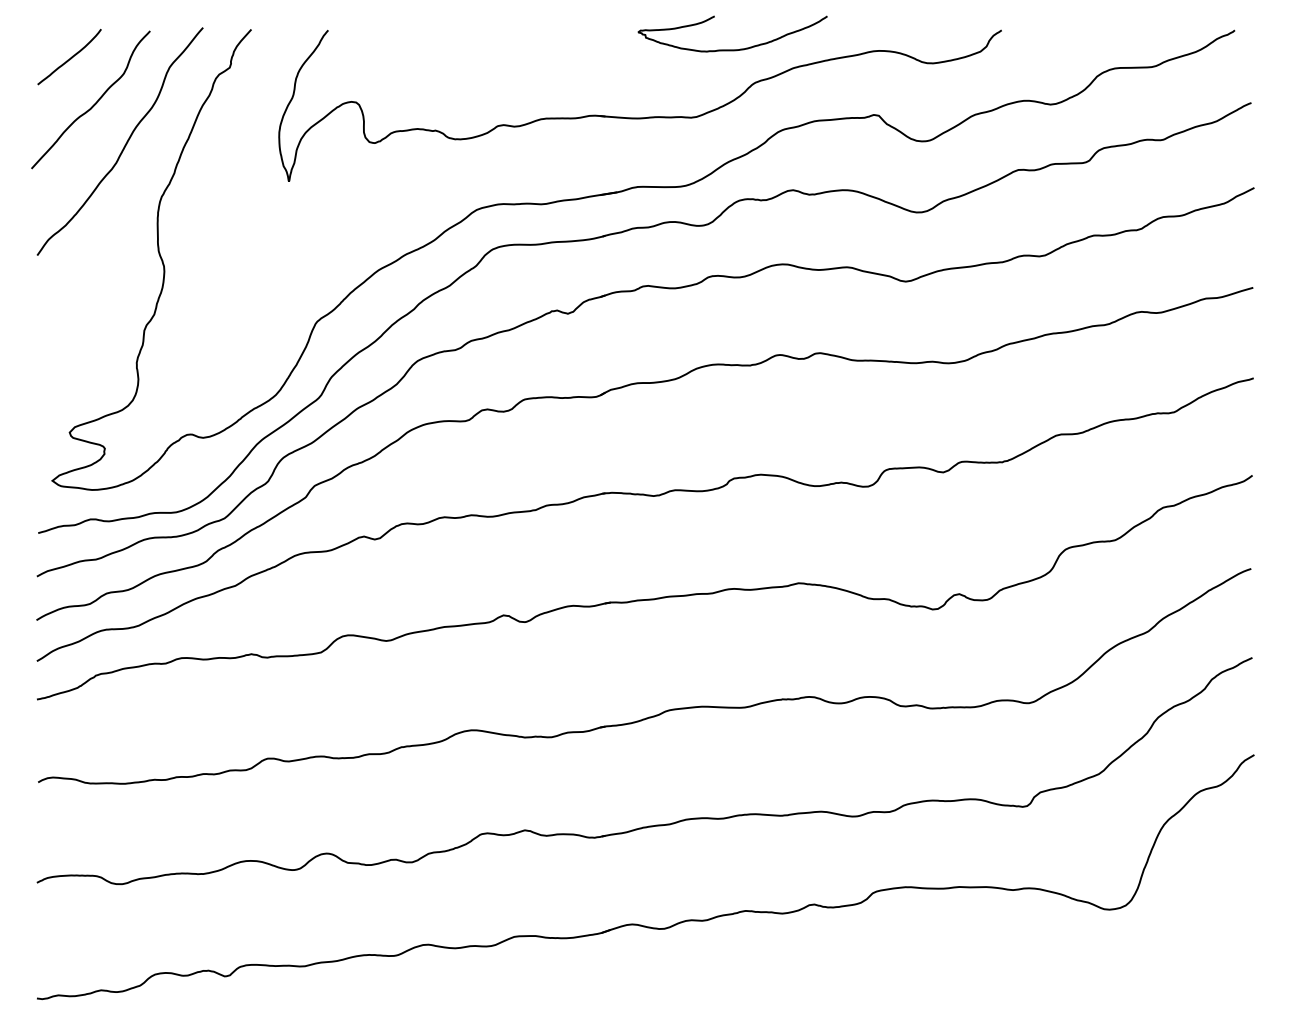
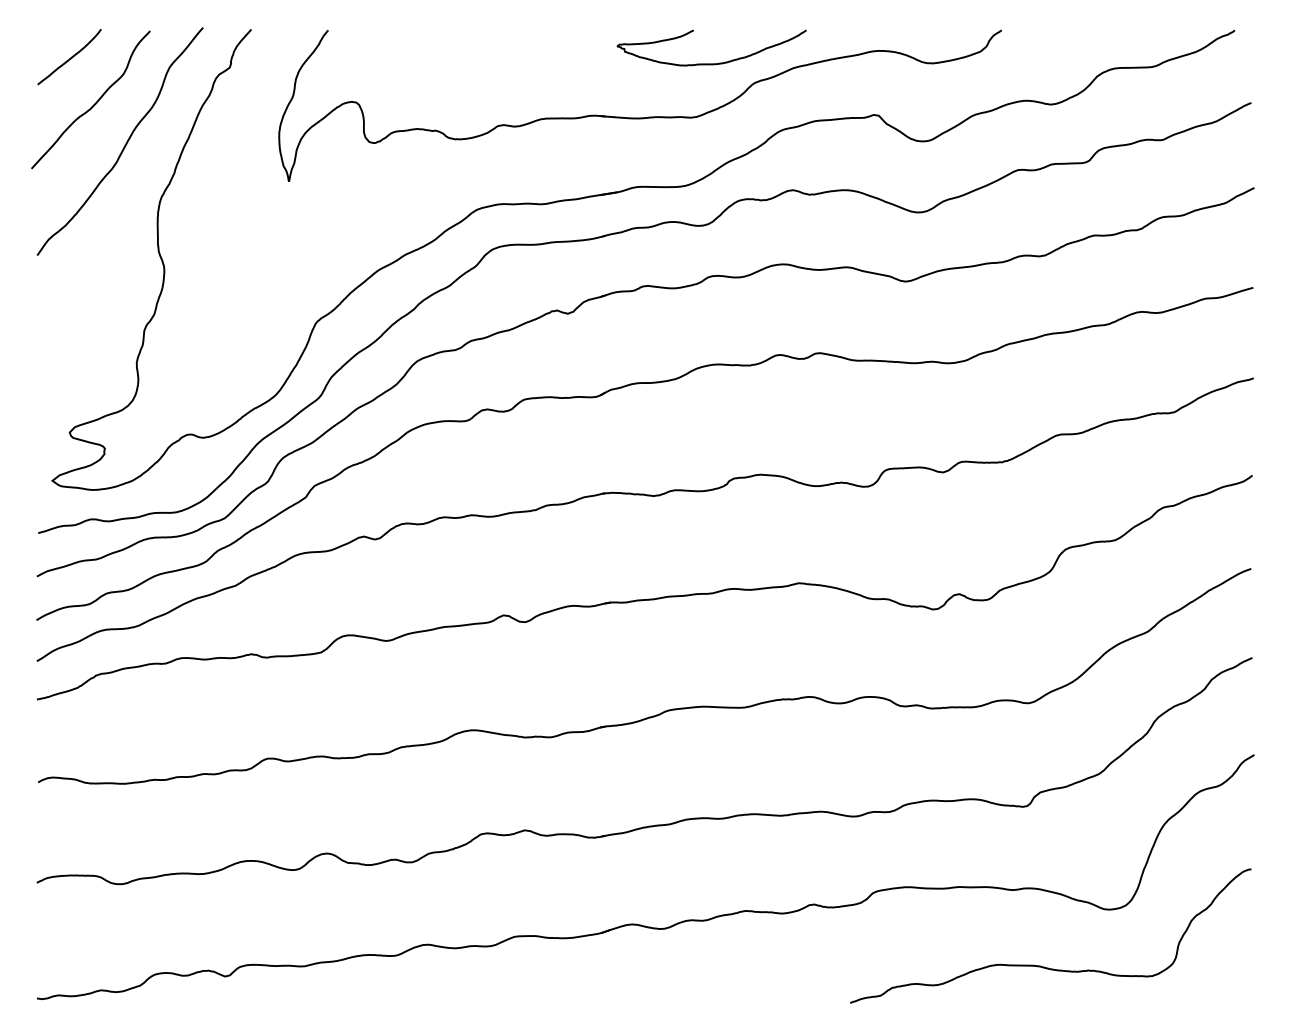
curve at (732, 49) position: (732, 49) -> (711, 63)
curve at (1044, 966): none -> present
